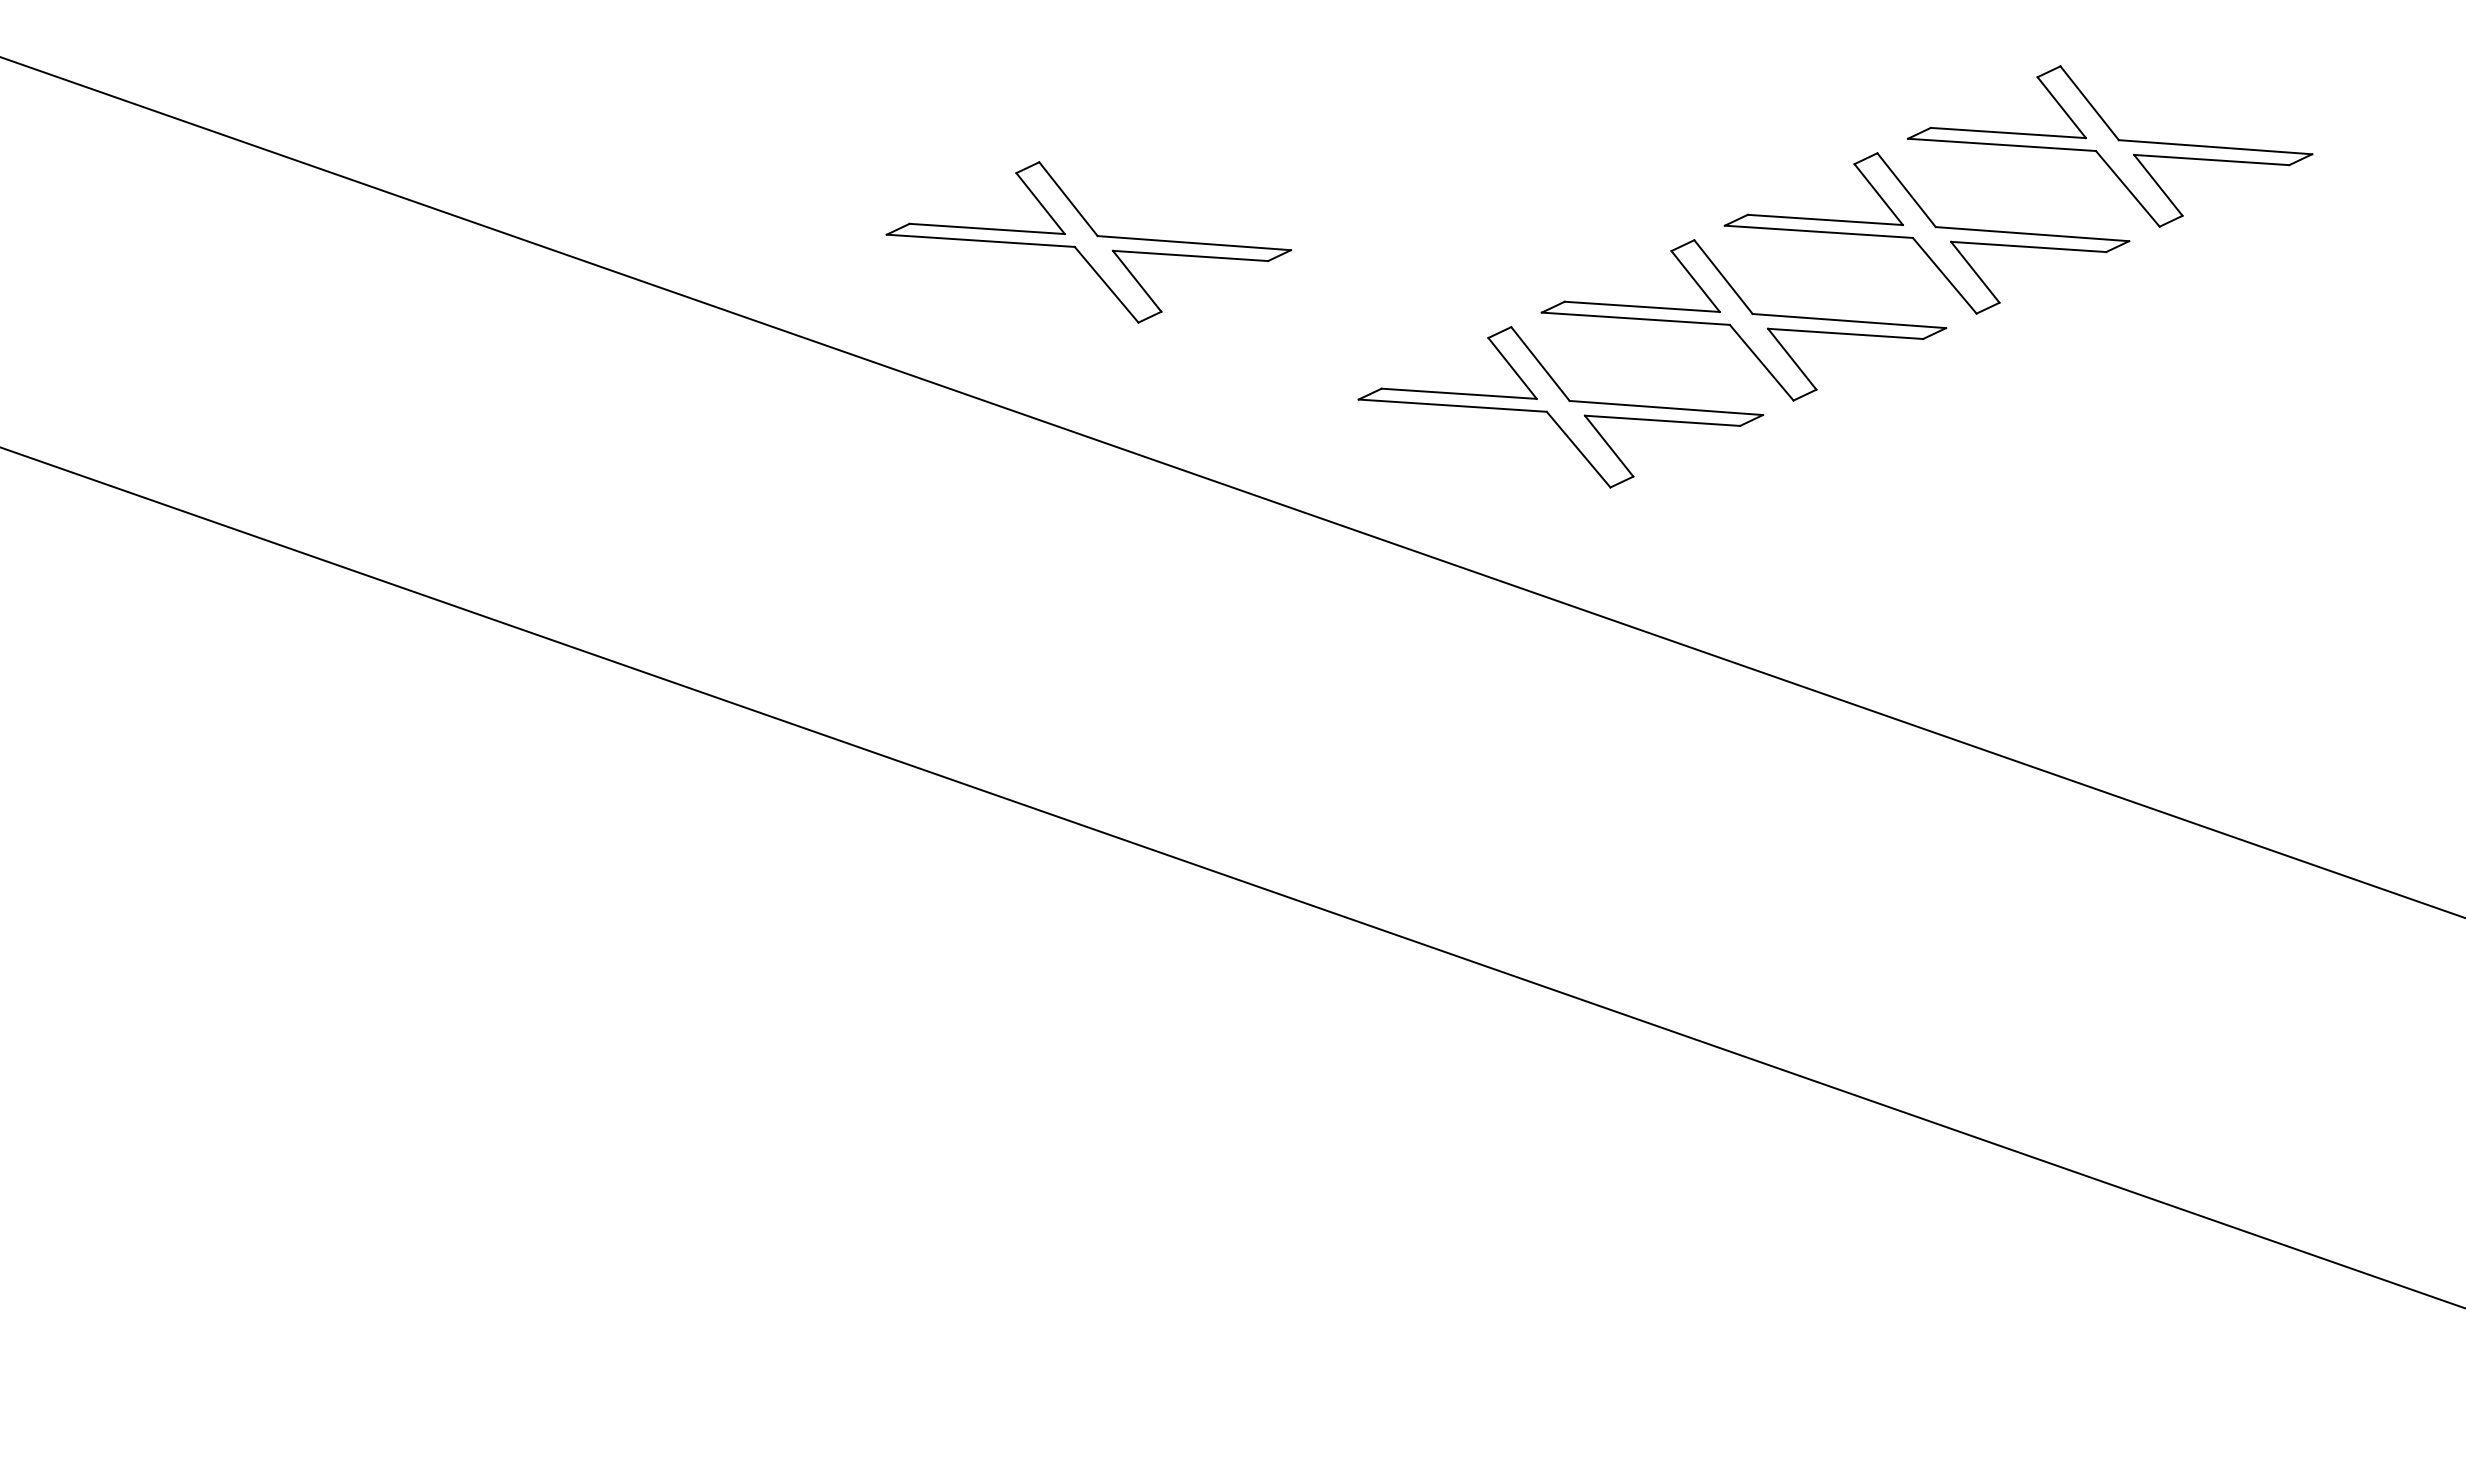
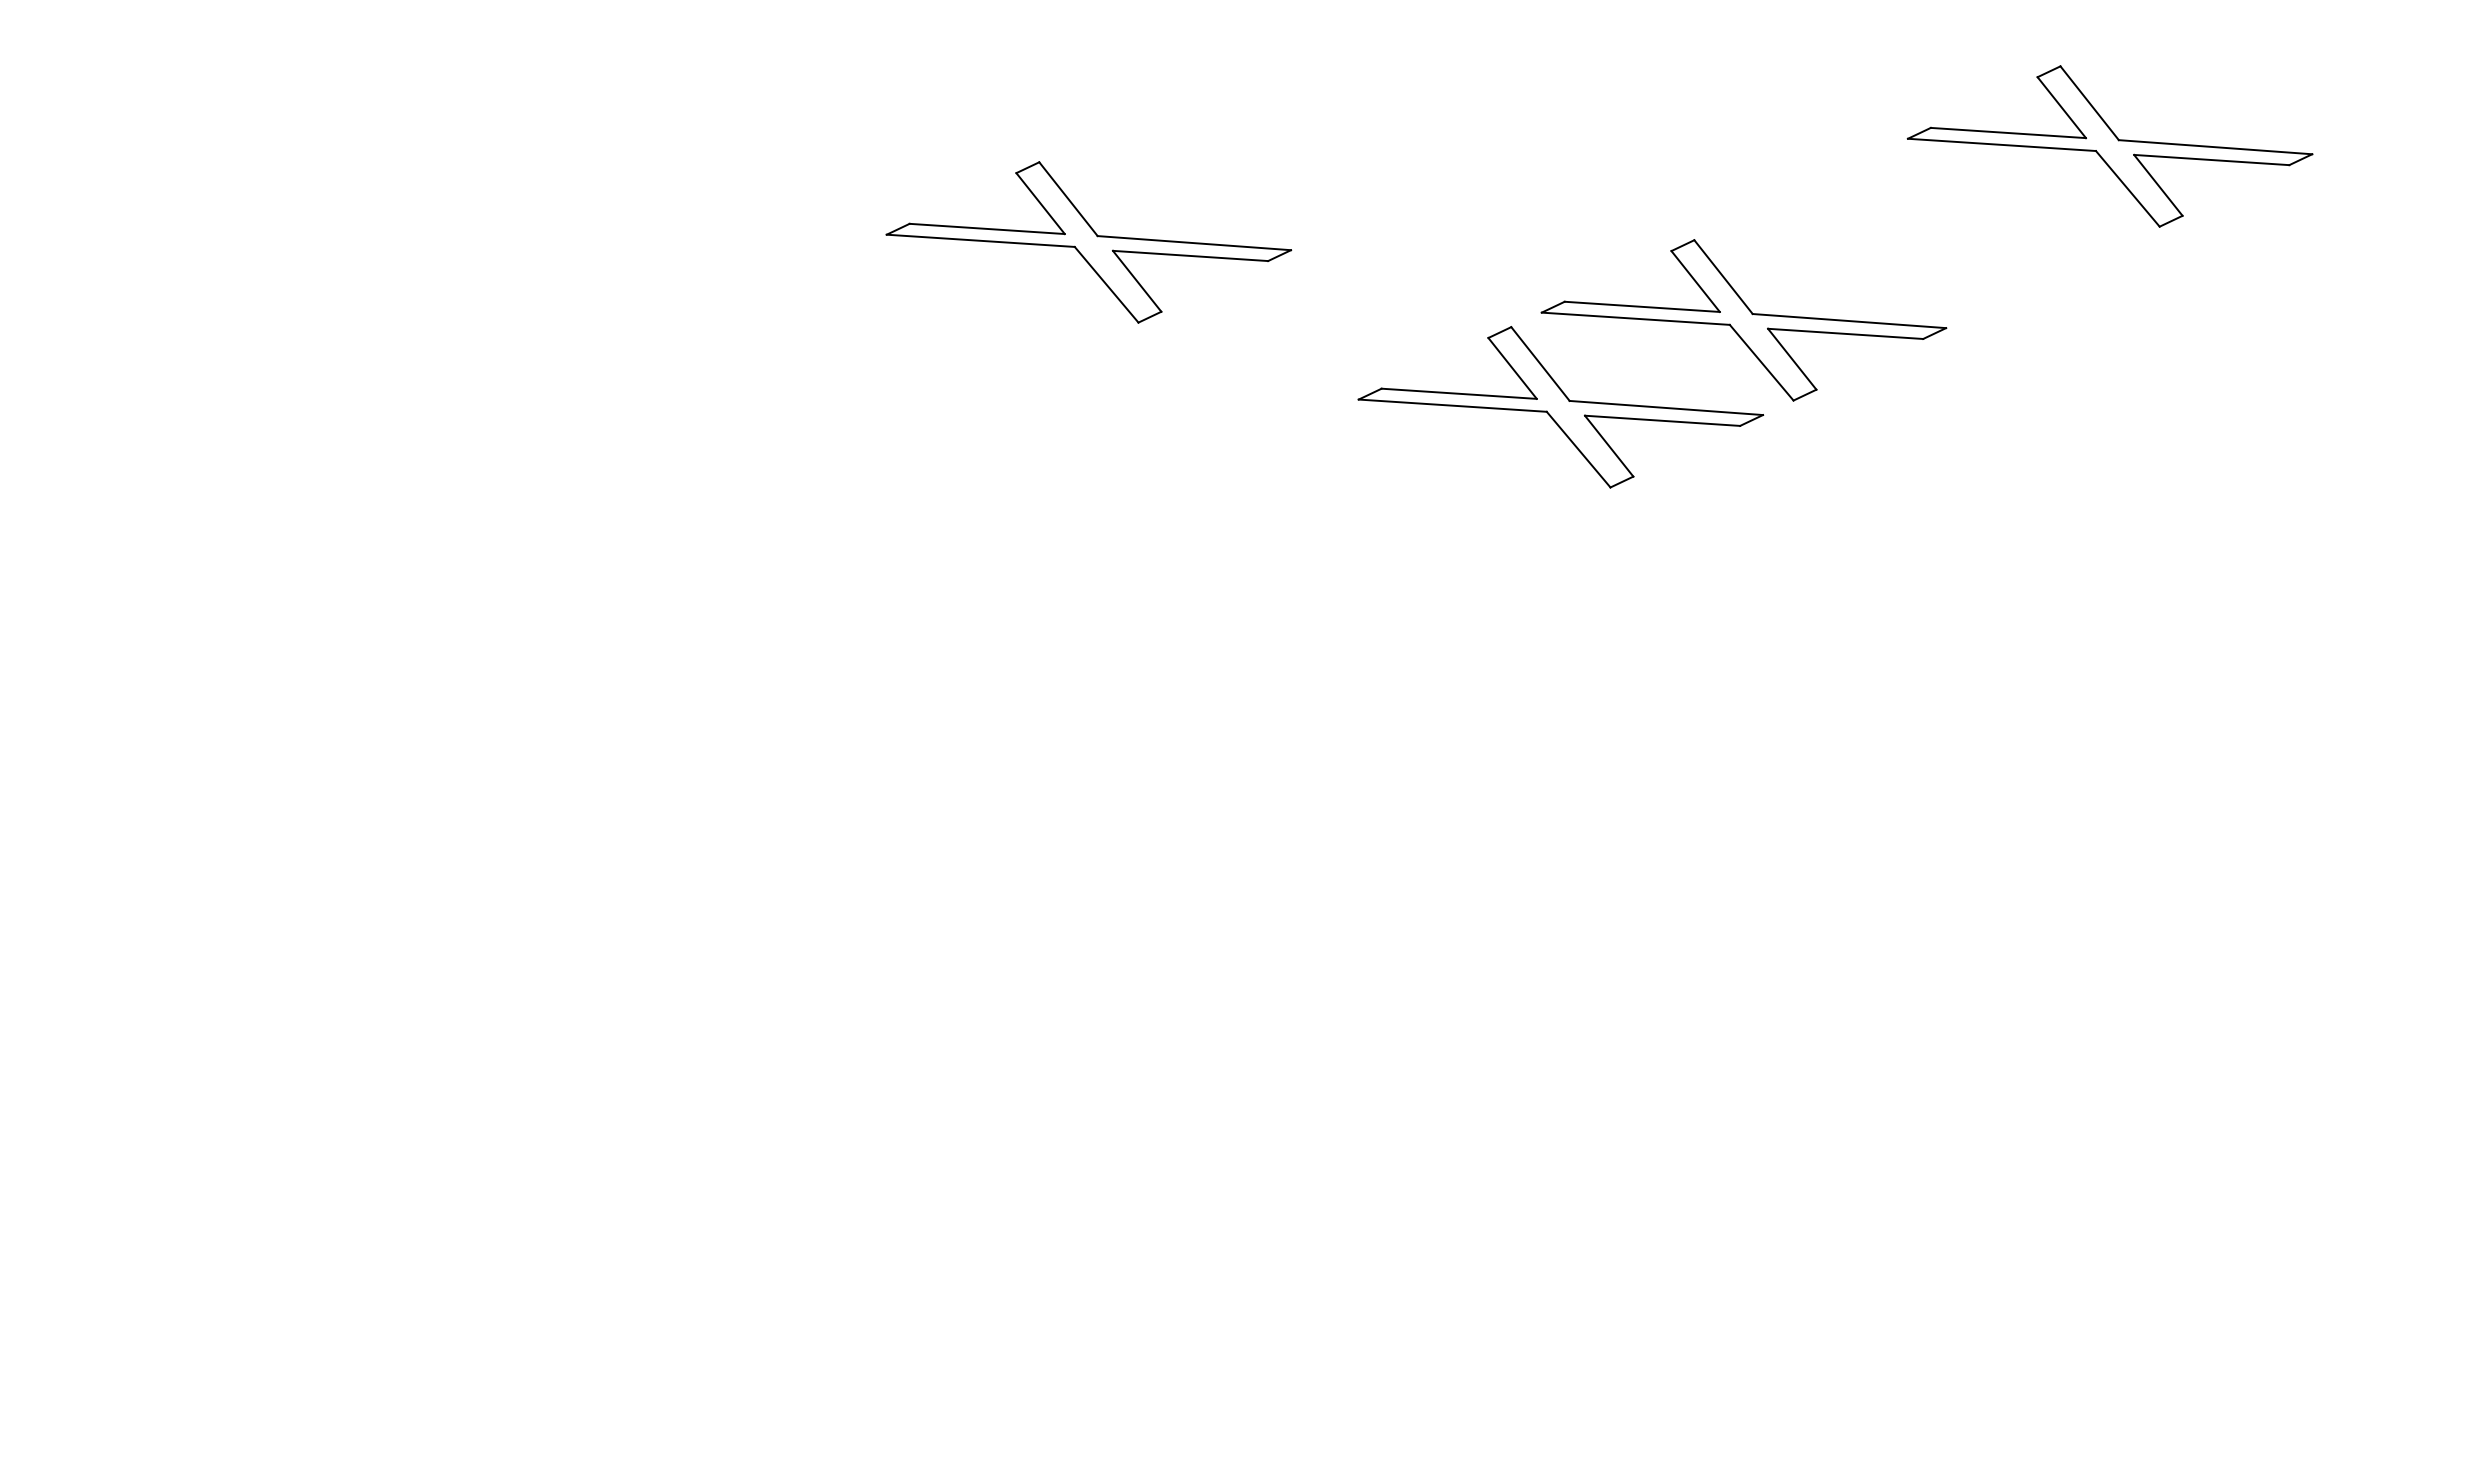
part at (1926, 233): present -> none
line at (1232, 487): present -> none
line at (1232, 877): present -> none
